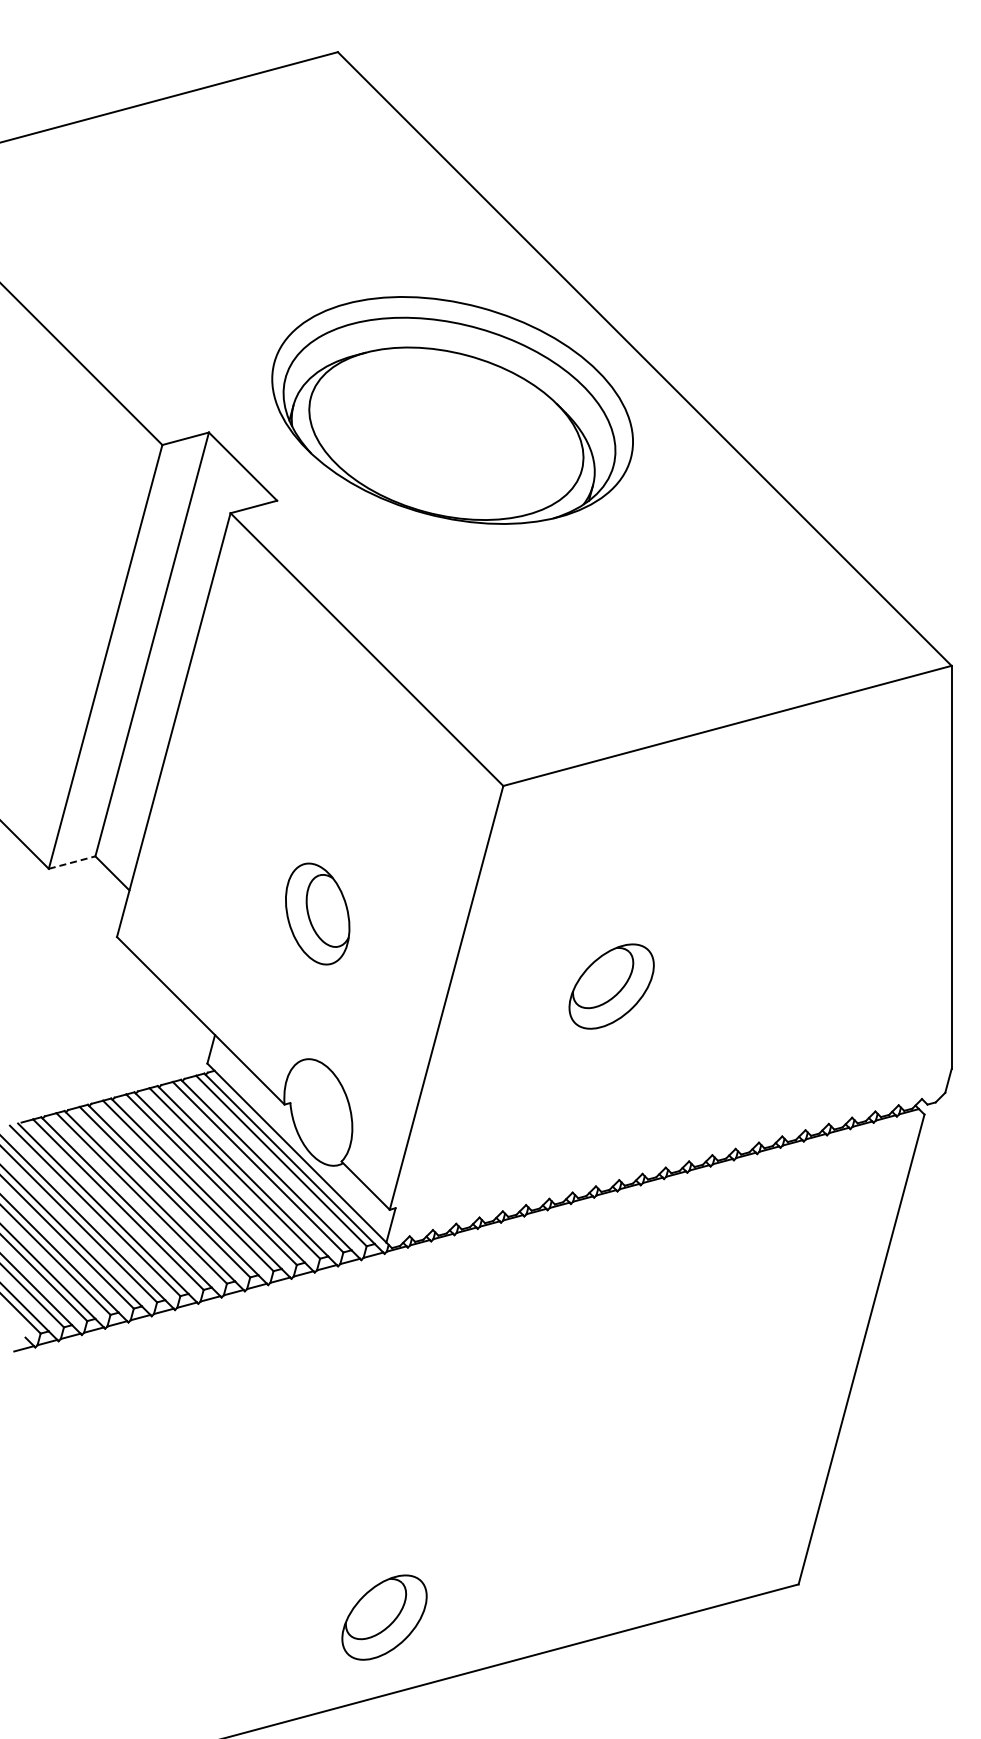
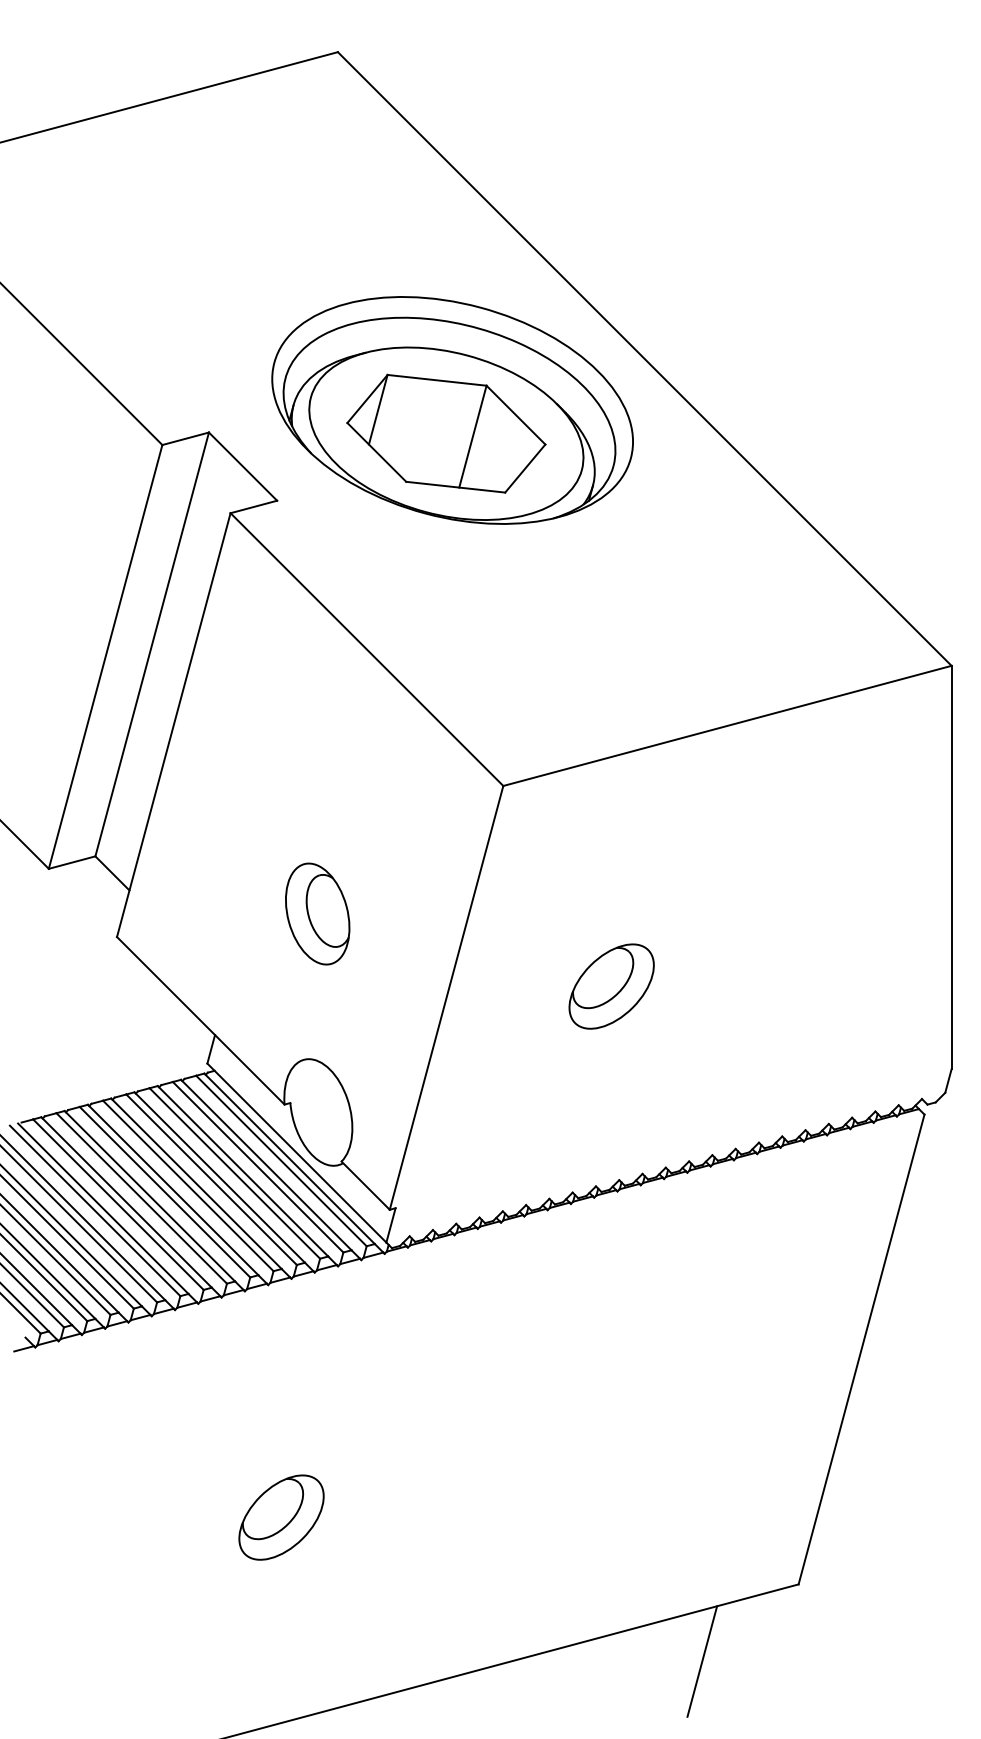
part at (446, 433): none -> present
line at (72, 862): dashed -> solid
part at (384, 1617) position: (384, 1617) -> (281, 1517)
line at (702, 1661): none -> present
